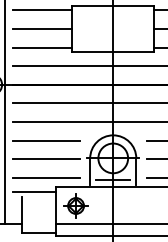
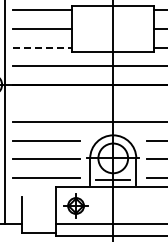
line at (42, 47): solid -> dashed
line at (88, 103): present -> none
line at (34, 191): present -> none
